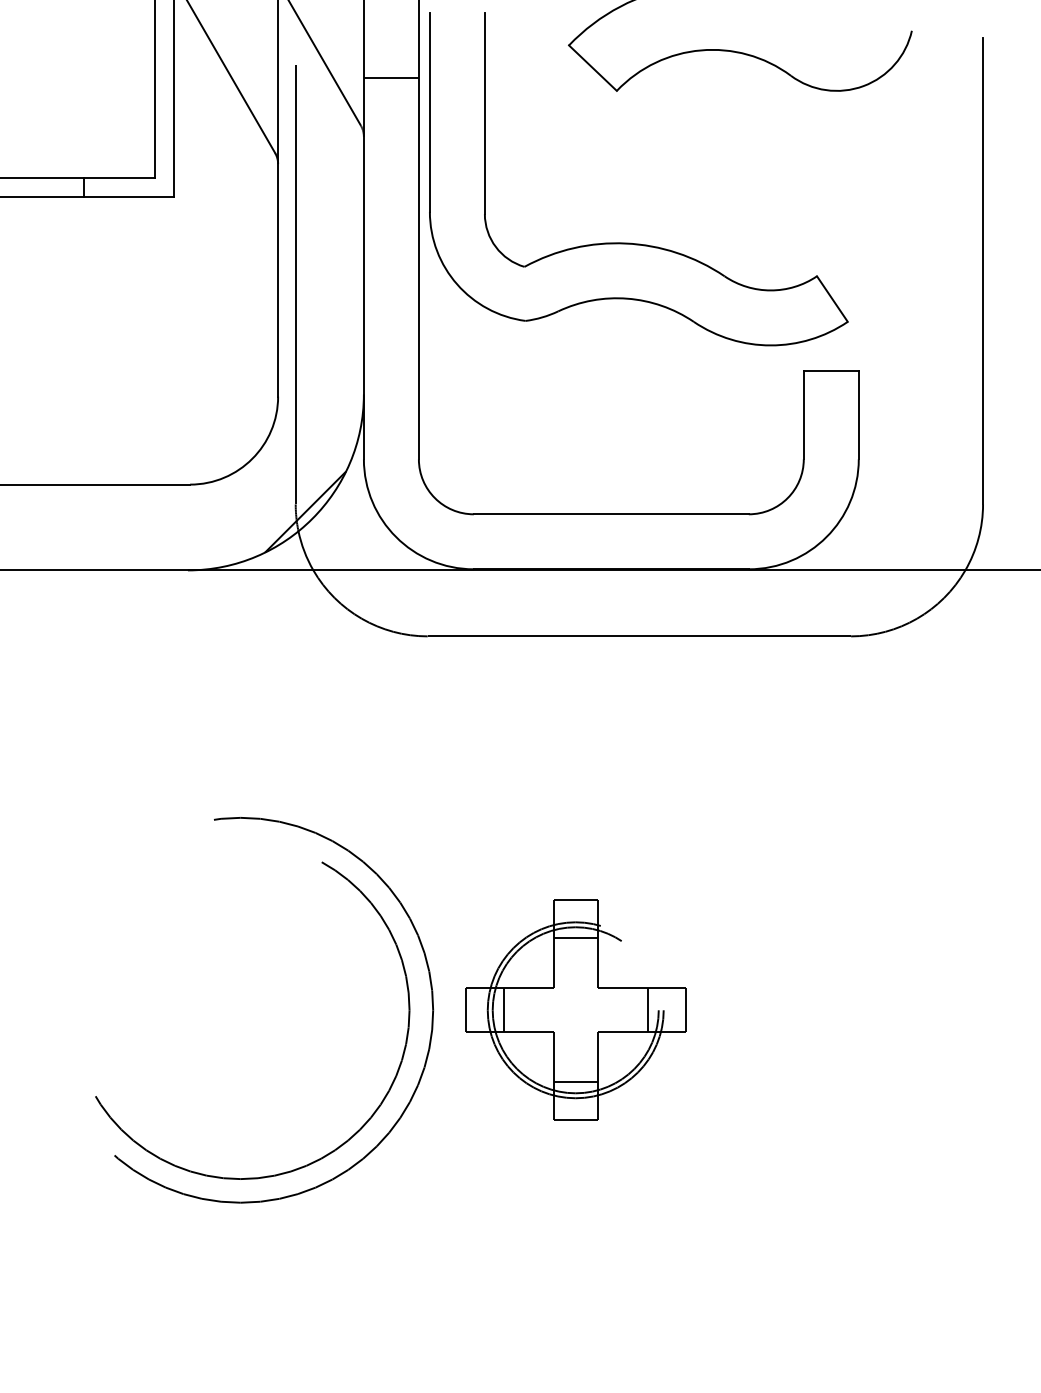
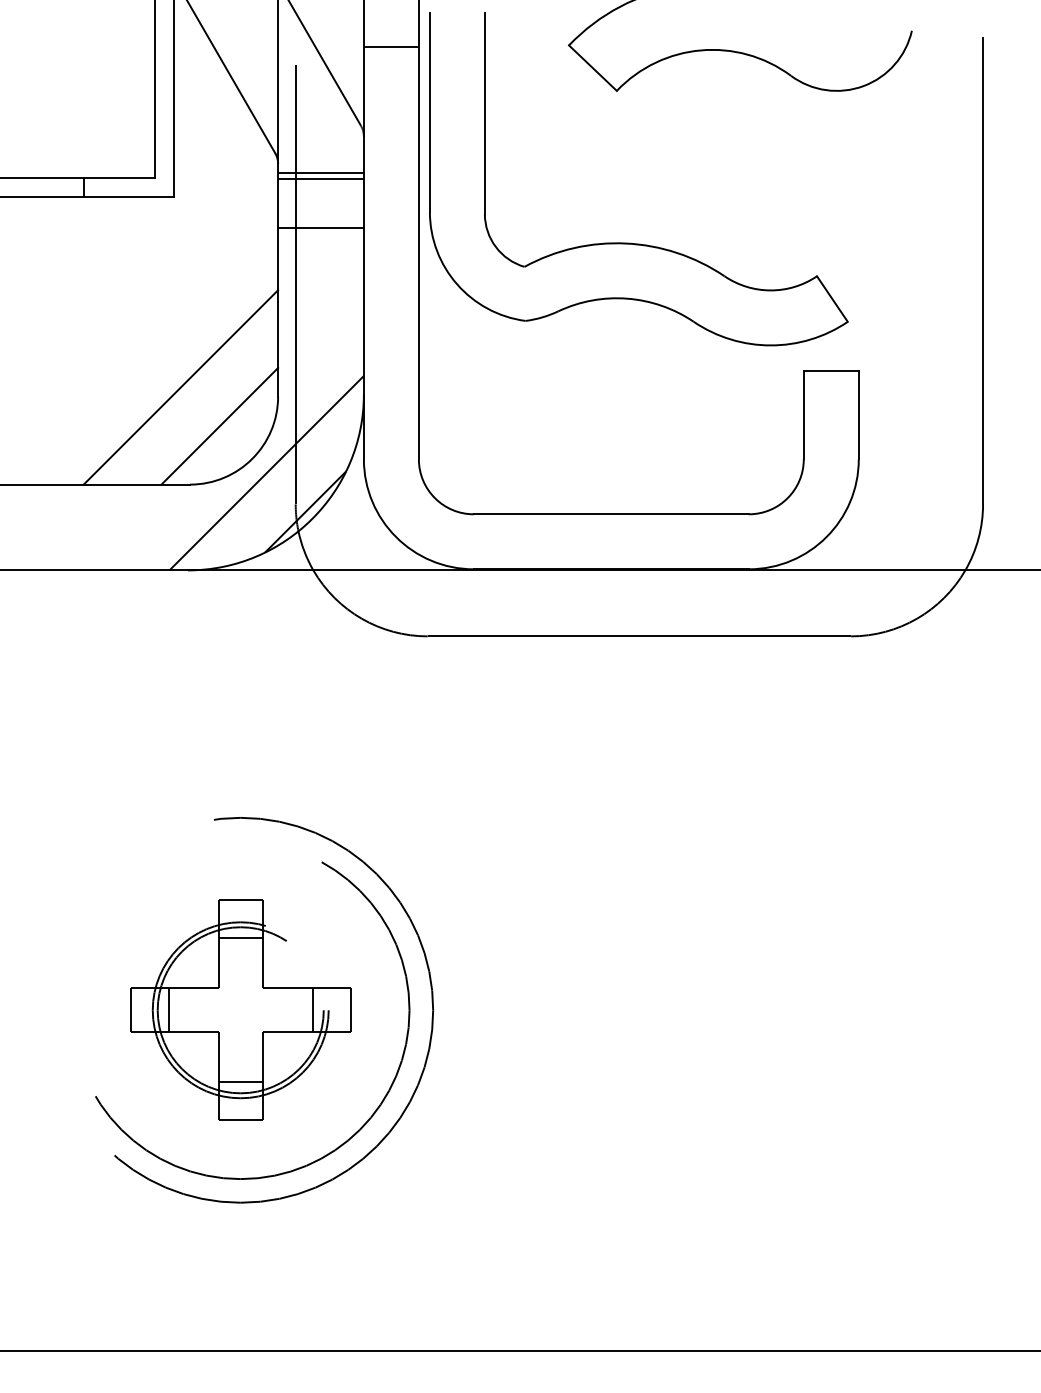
line at (390, 77) position: (390, 77) -> (390, 46)
line at (320, 173): none -> present
line at (320, 178): none -> present
line at (320, 228): none -> present
line at (180, 387): none -> present
line at (219, 425): none -> present
line at (266, 472): none -> present
part at (575, 1009) position: (575, 1009) -> (240, 1009)
line at (519, 1351): none -> present
